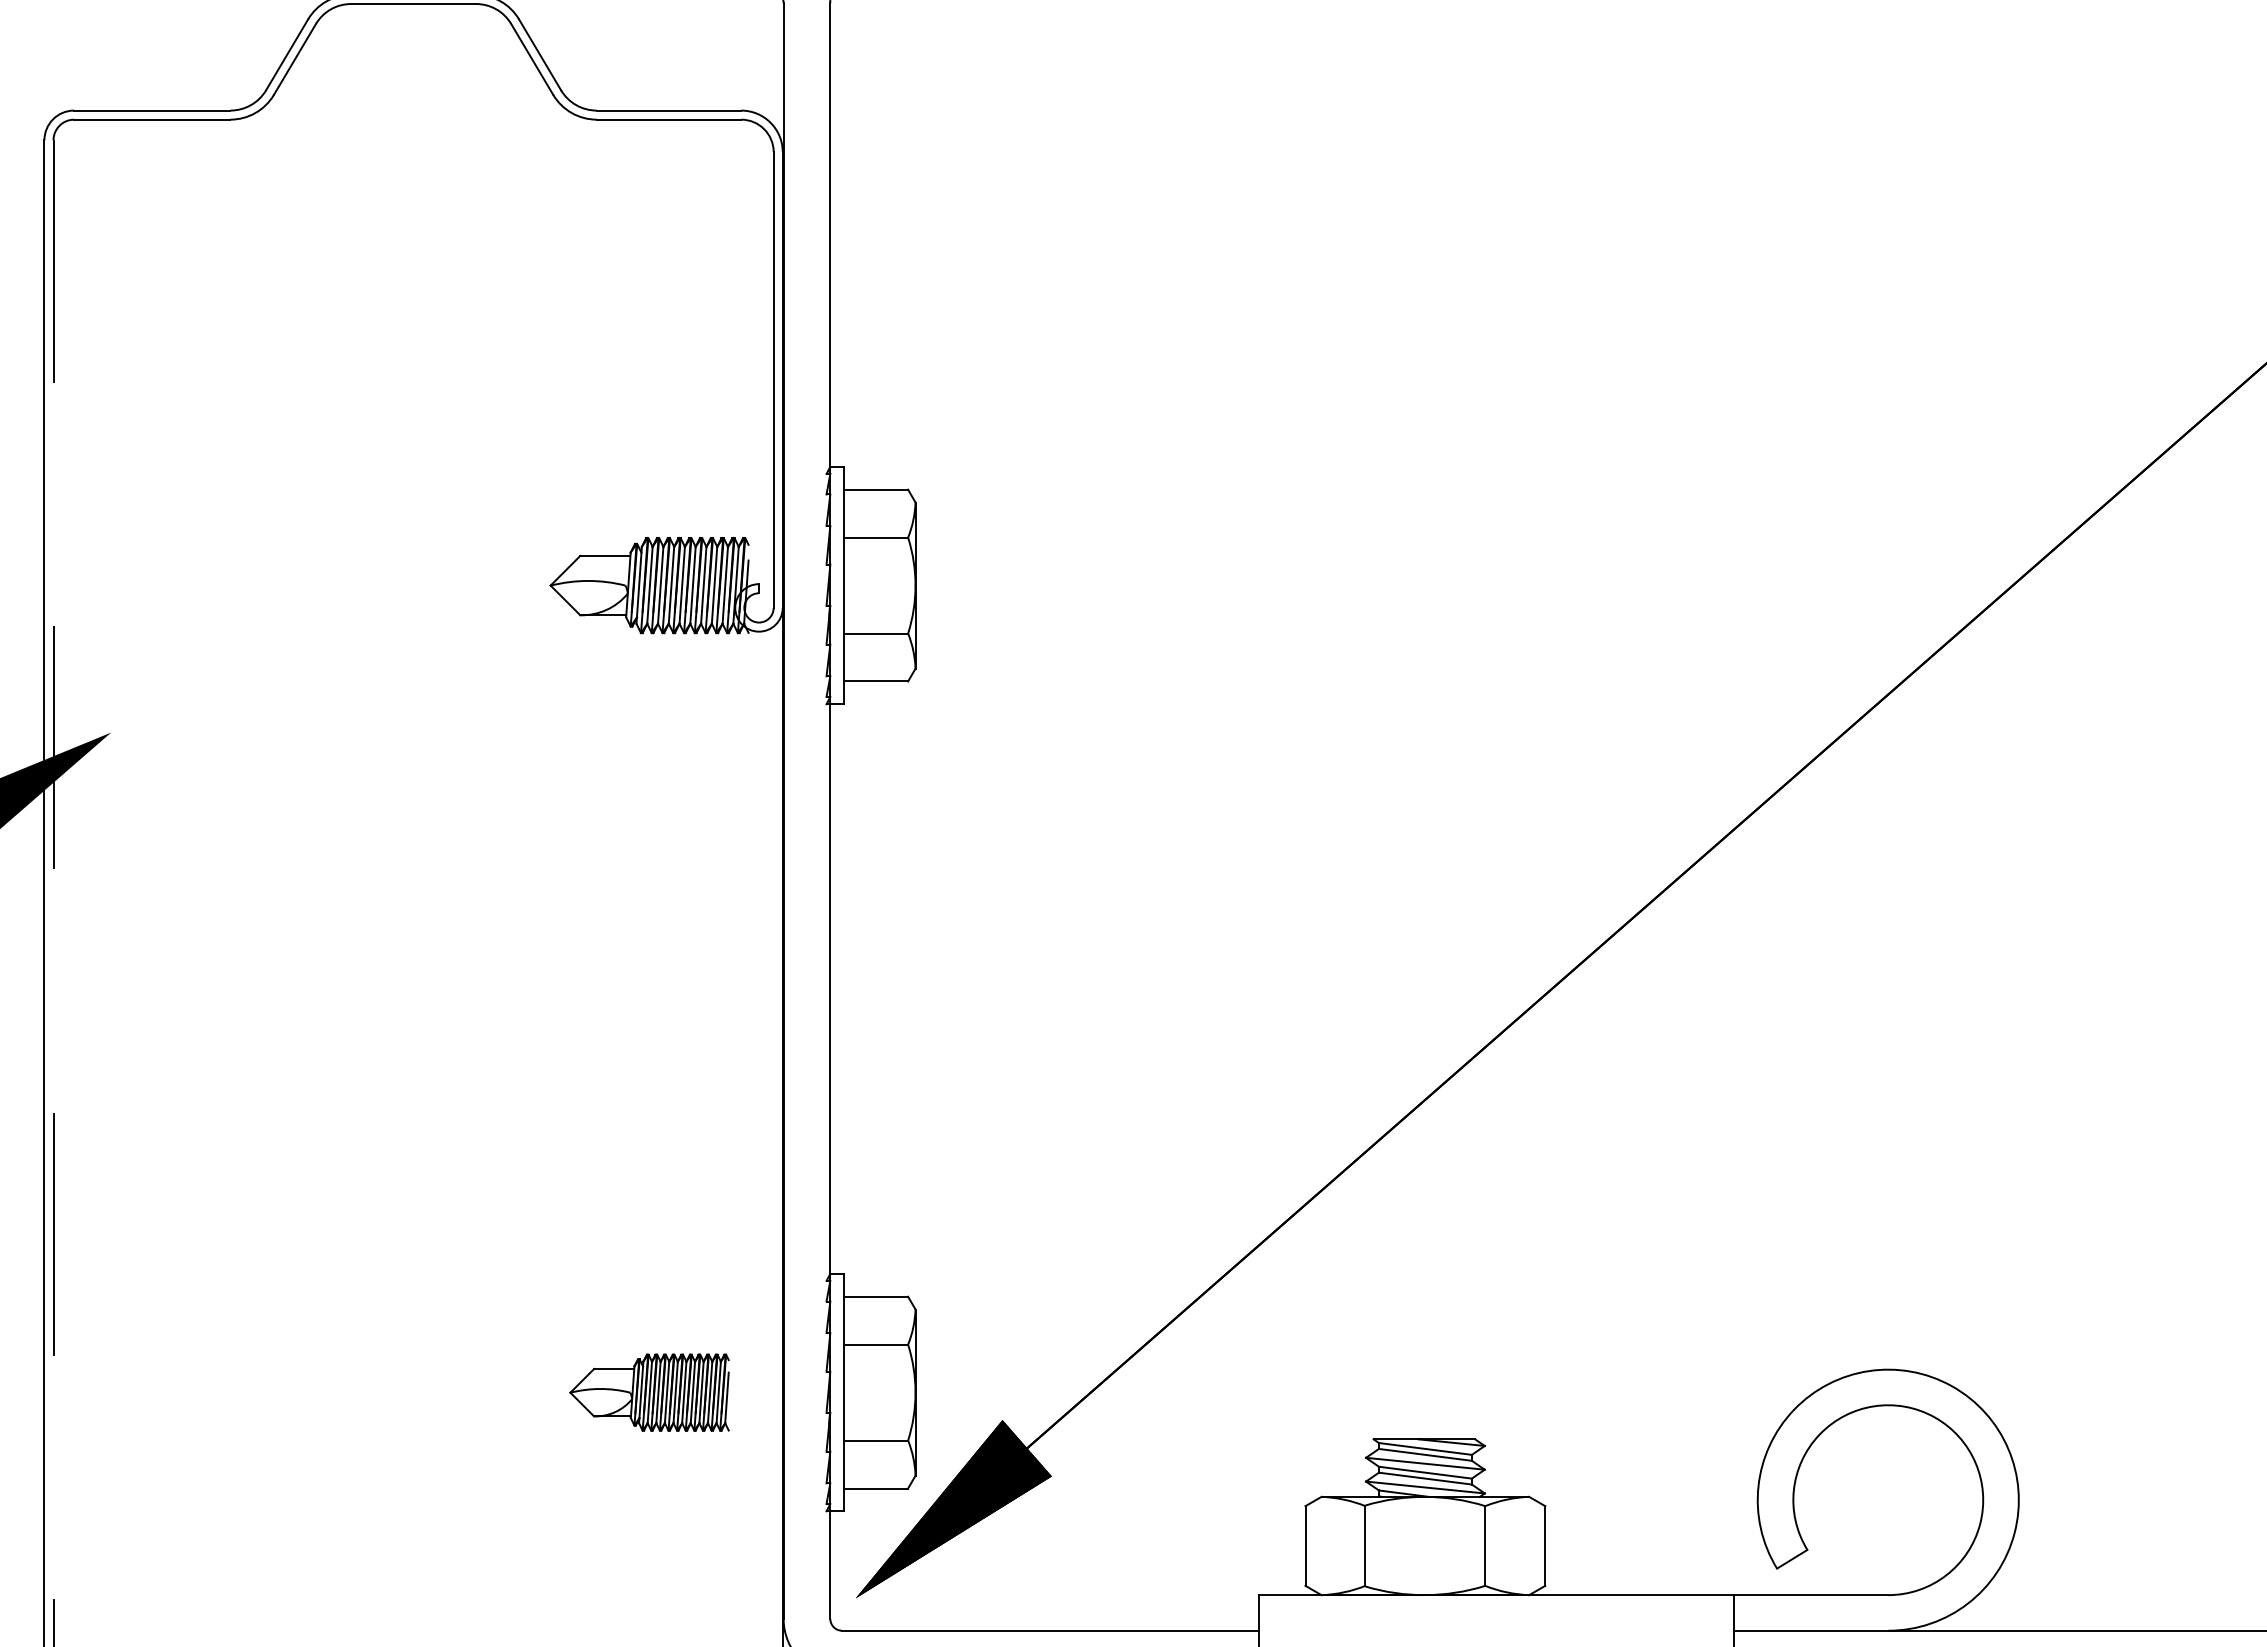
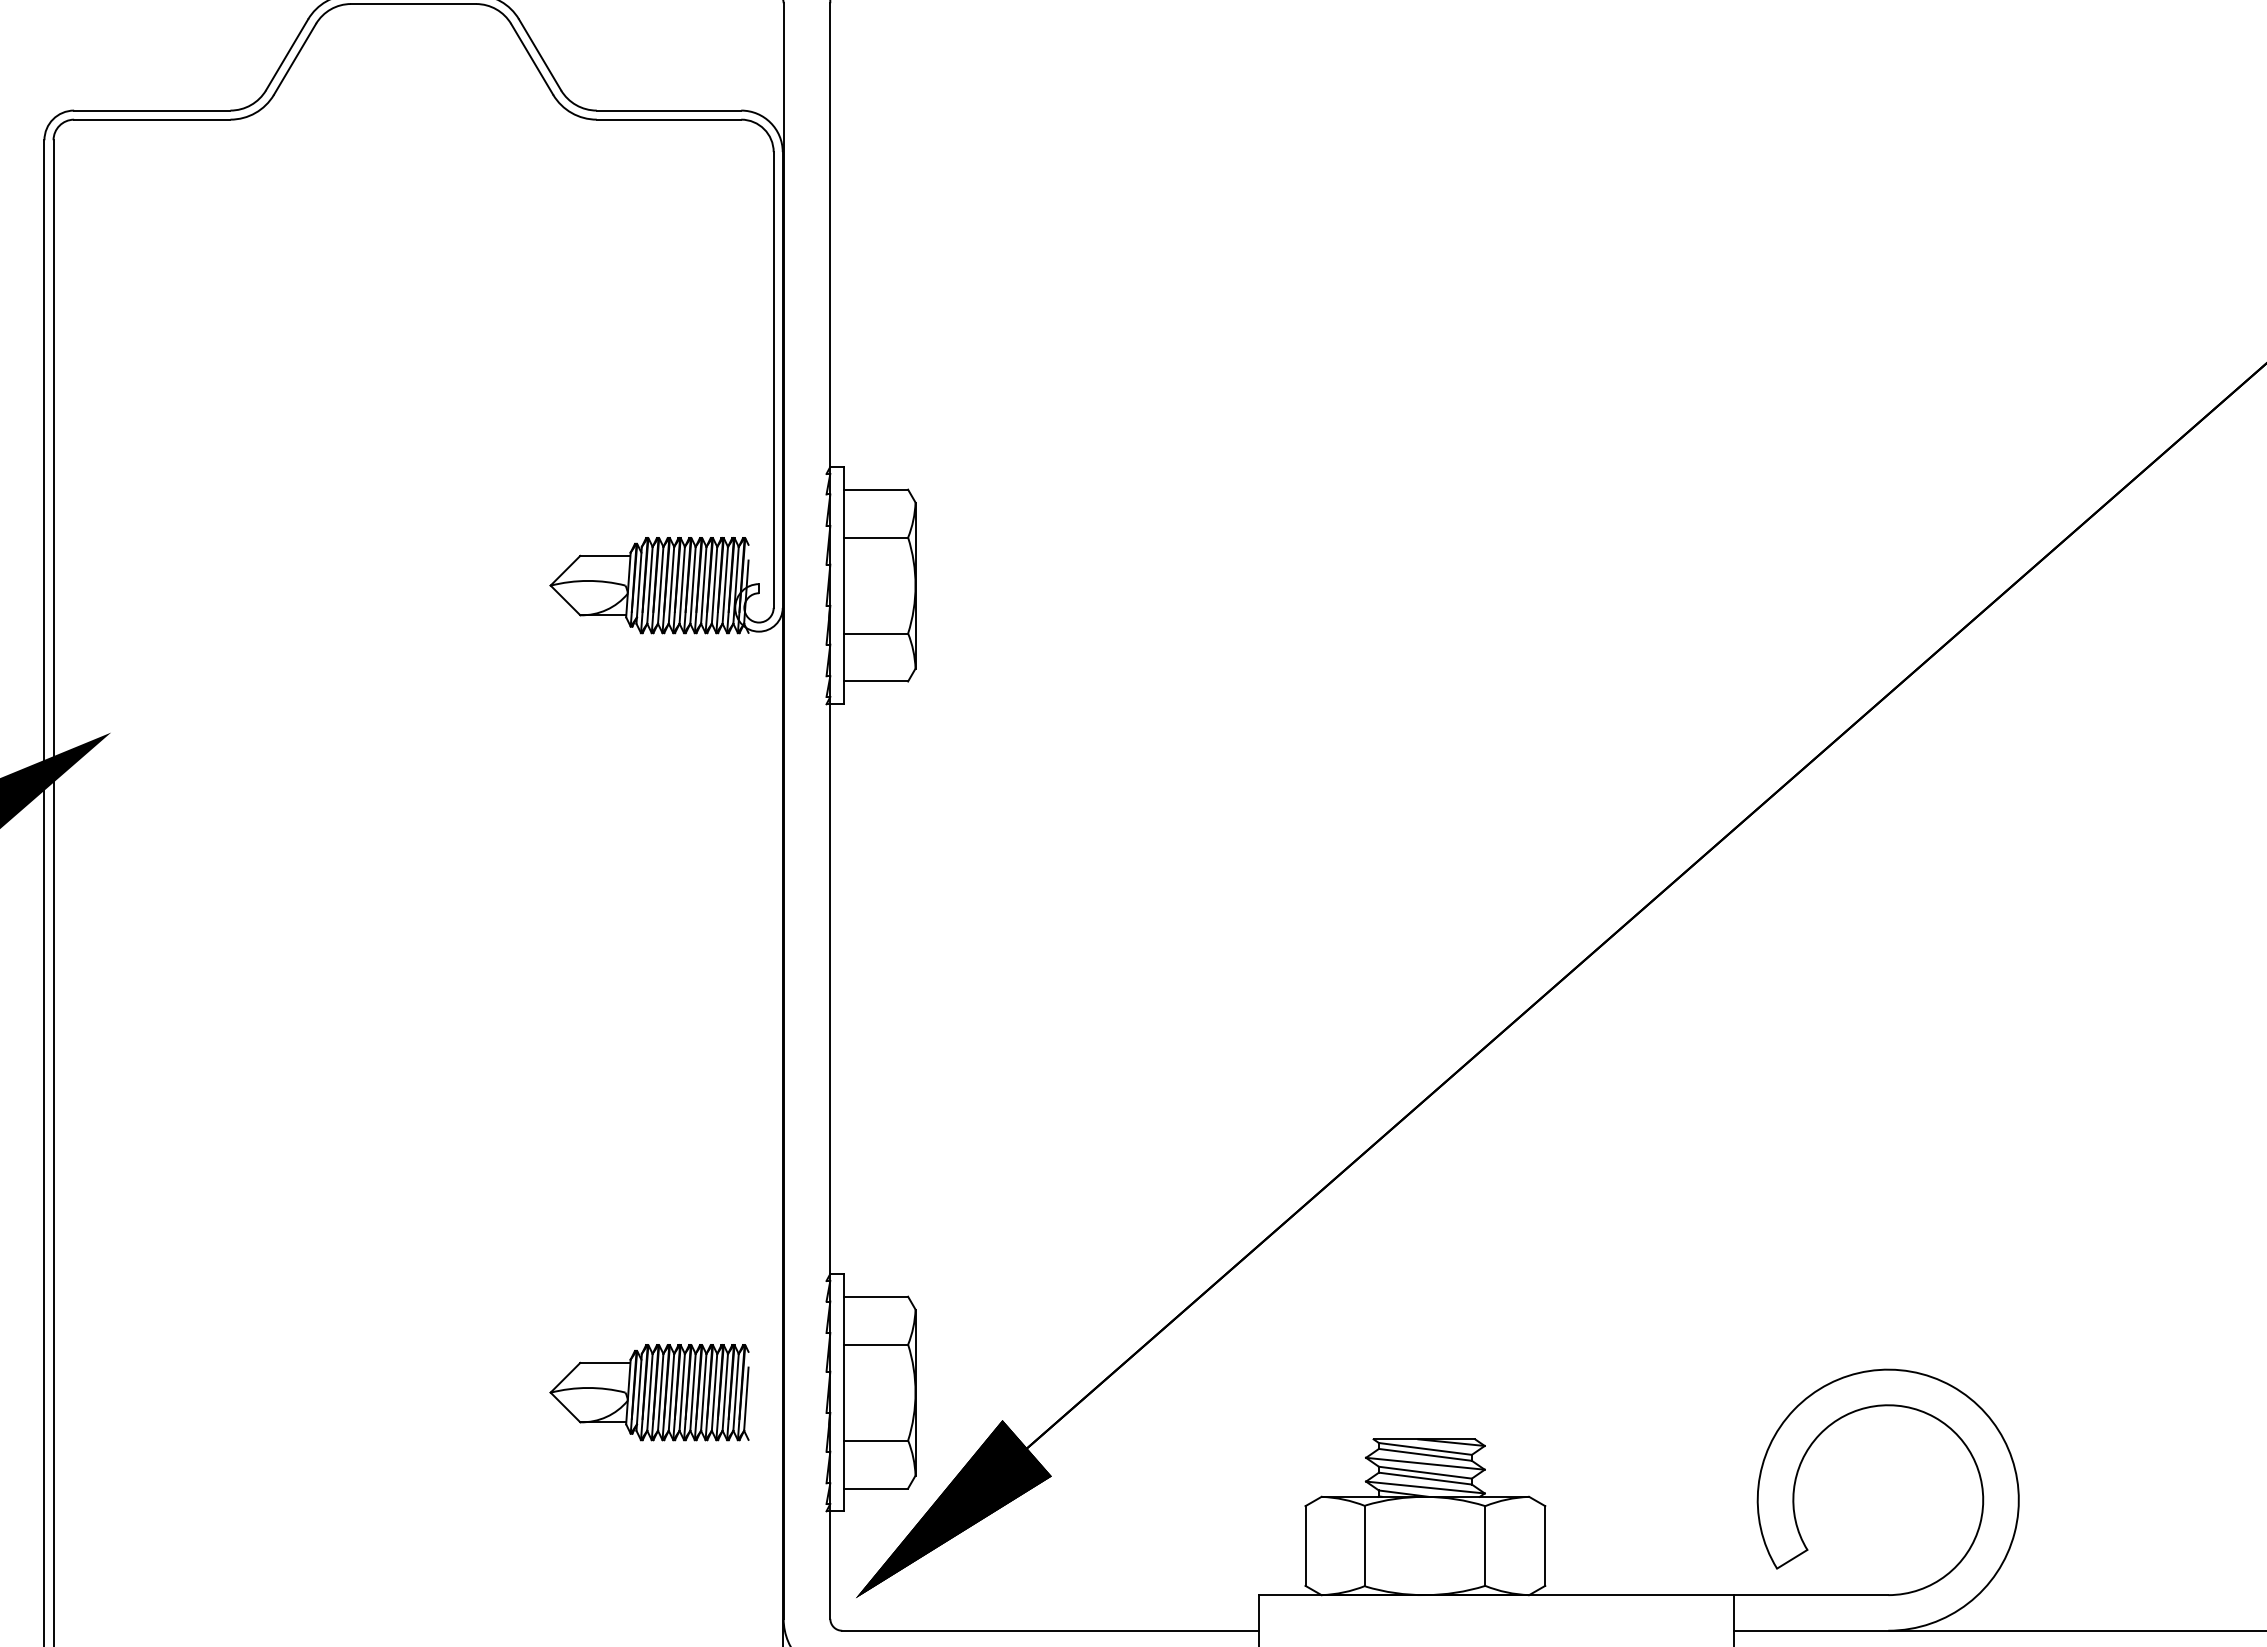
line at (53, 893): dashed -> solid
part at (649, 1392) size: 161x79 px -> 201x98 px
